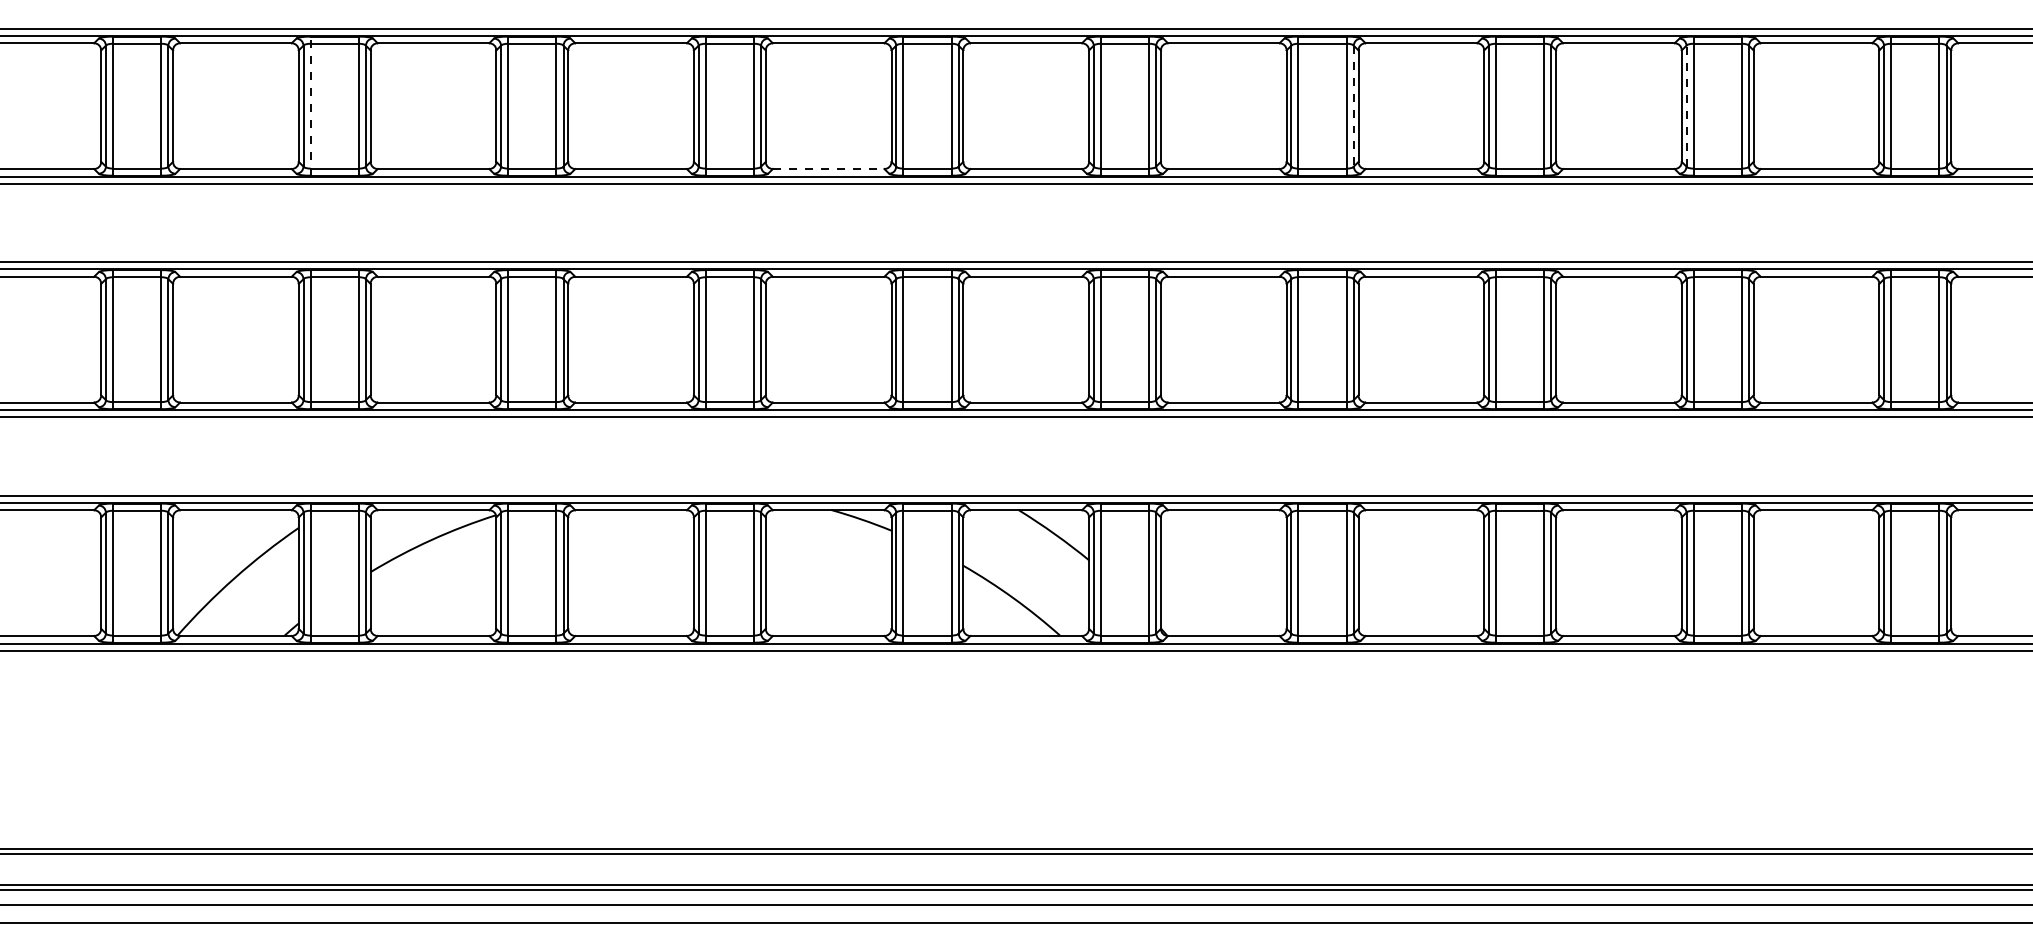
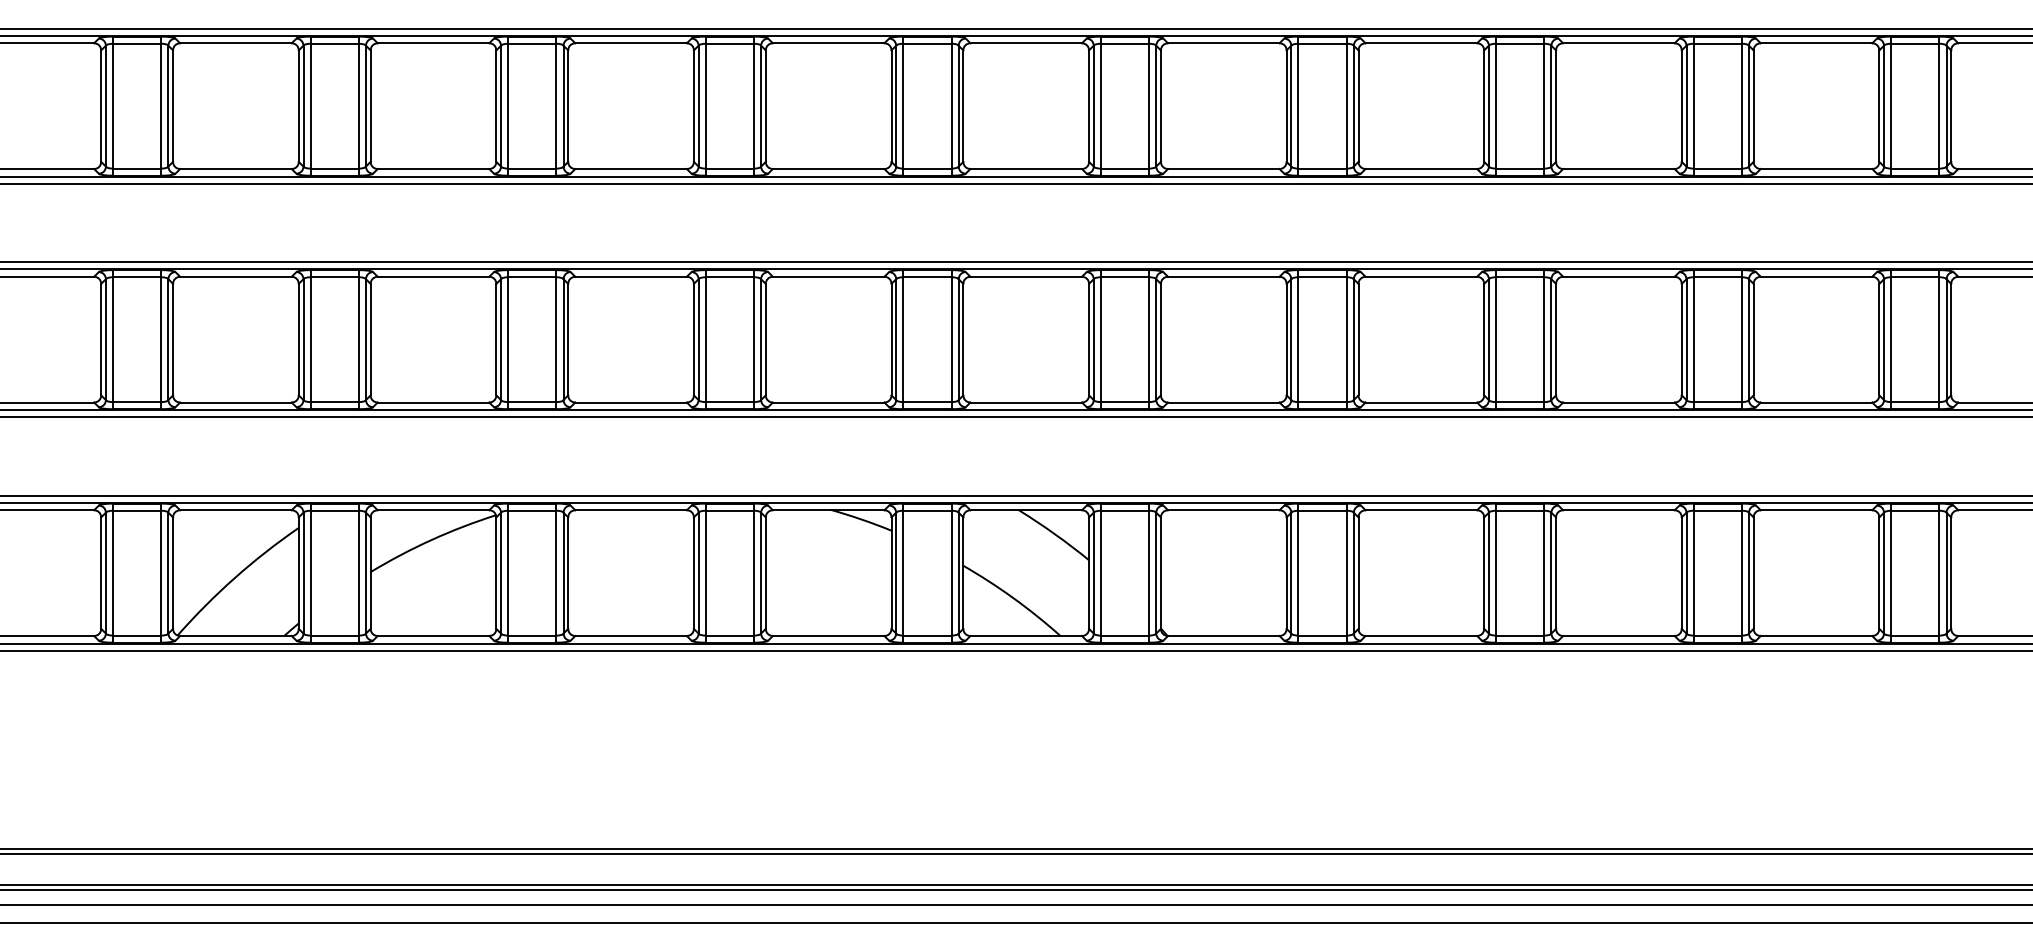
line at (310, 105): dashed -> solid
line at (1686, 105): dashed -> solid
line at (1353, 106): dashed -> solid
line at (828, 169): dashed -> solid
